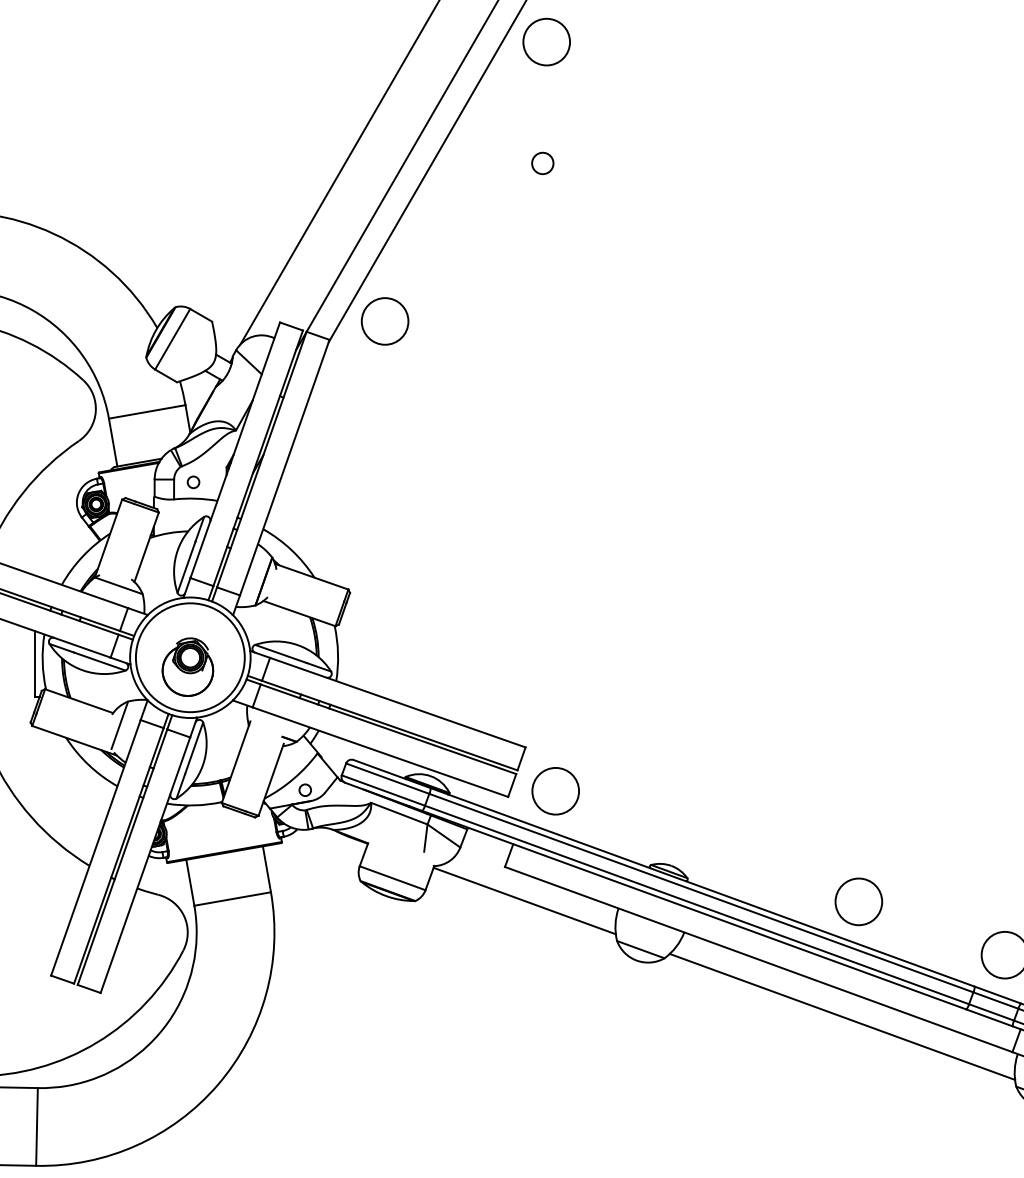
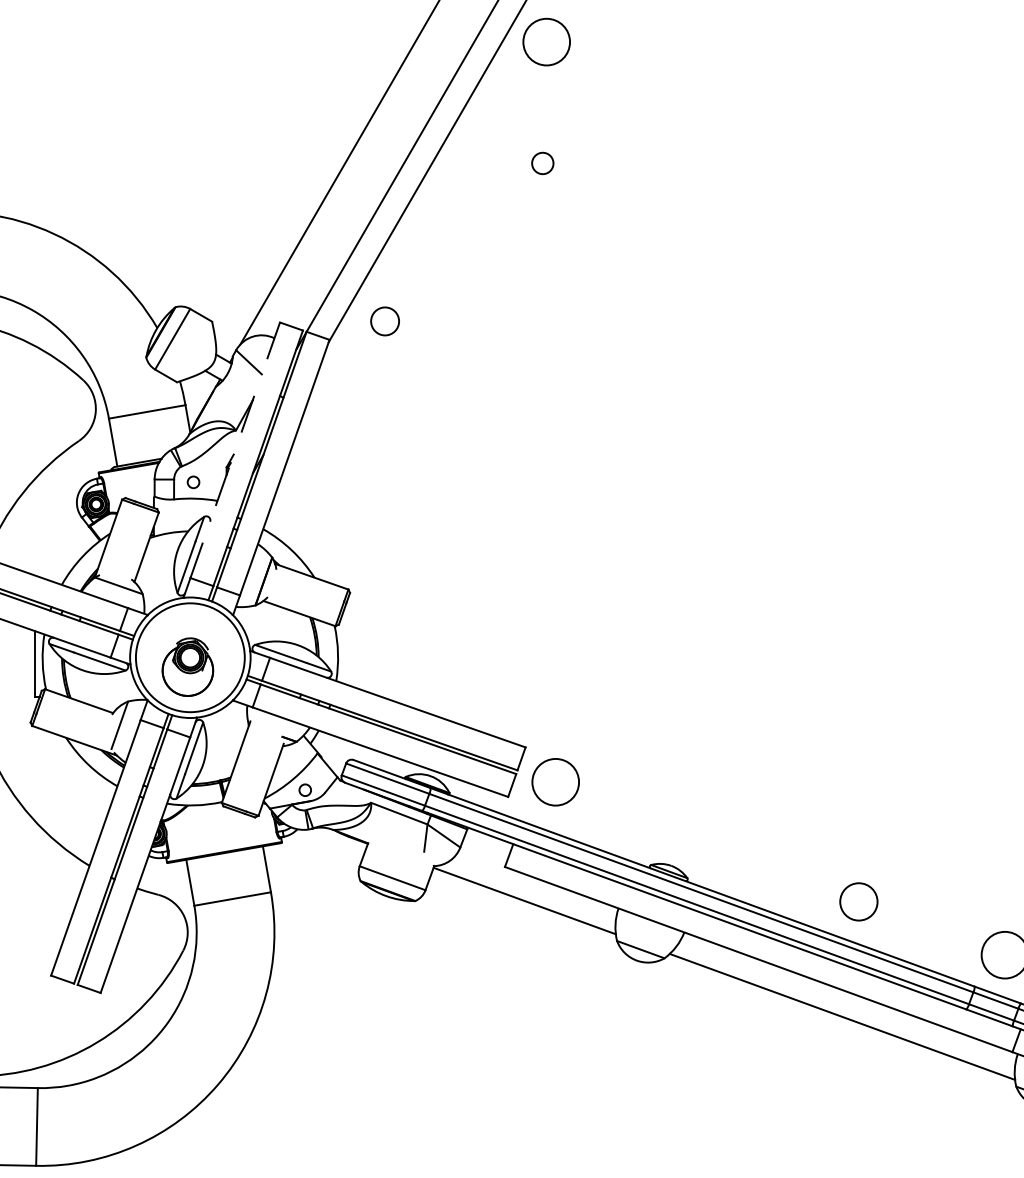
circle at (384, 321) diameter: 47 px -> 28 px
line at (235, 450): solid -> dashed
circle at (555, 791) position: (555, 791) -> (555, 782)
circle at (858, 901) size: 50x50 px -> 40x40 px
